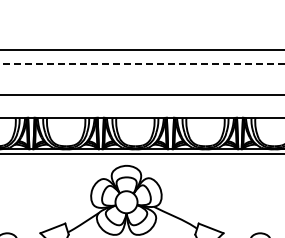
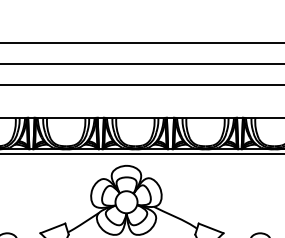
line at (141, 50) position: (141, 50) -> (141, 43)
line at (142, 63): dashed -> solid
line at (141, 95) position: (141, 95) -> (141, 85)
